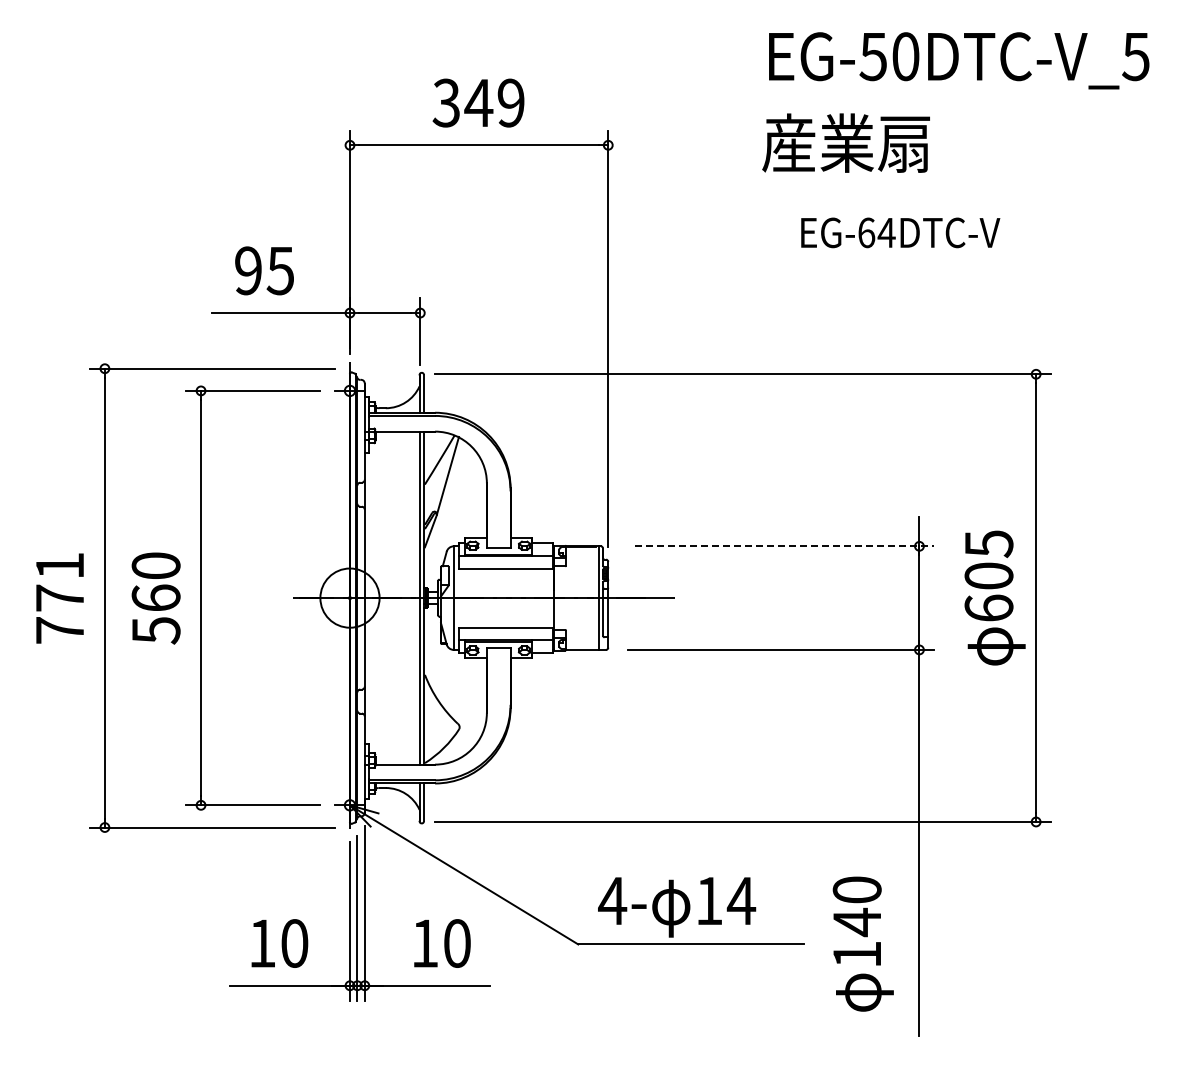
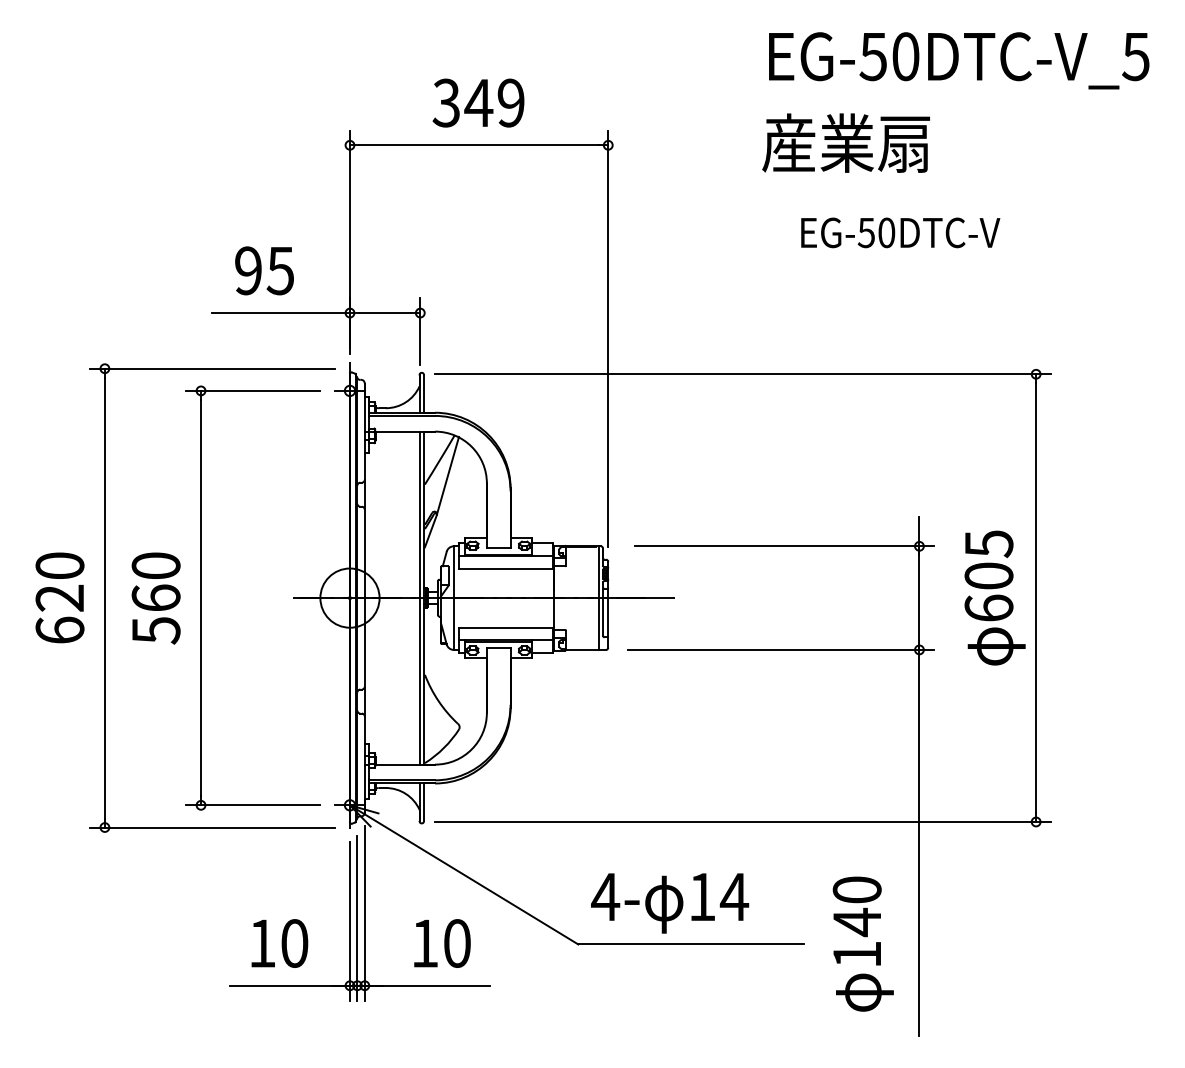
text at (876, 232): EG-64DTC-V -> EG-50DTC-V
line at (784, 546): dashed -> solid
text at (59, 597): 771 -> 620
text at (677, 907) position: (677, 907) -> (670, 903)
